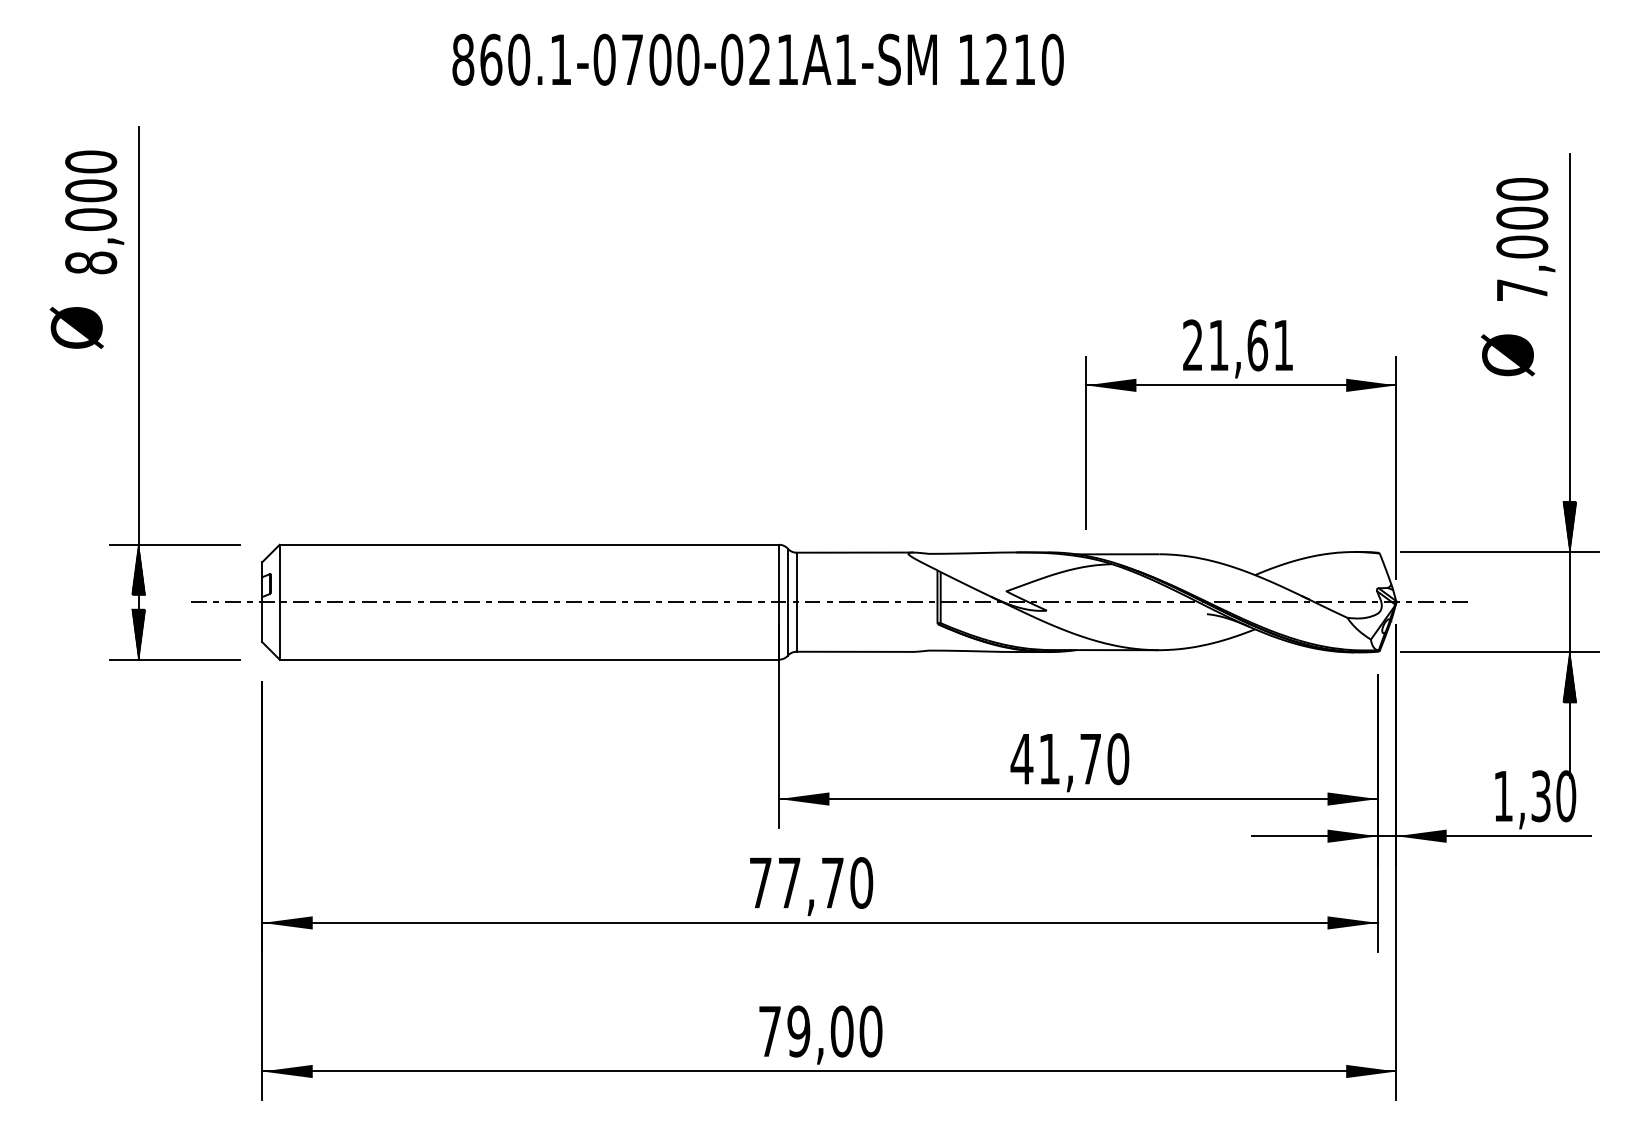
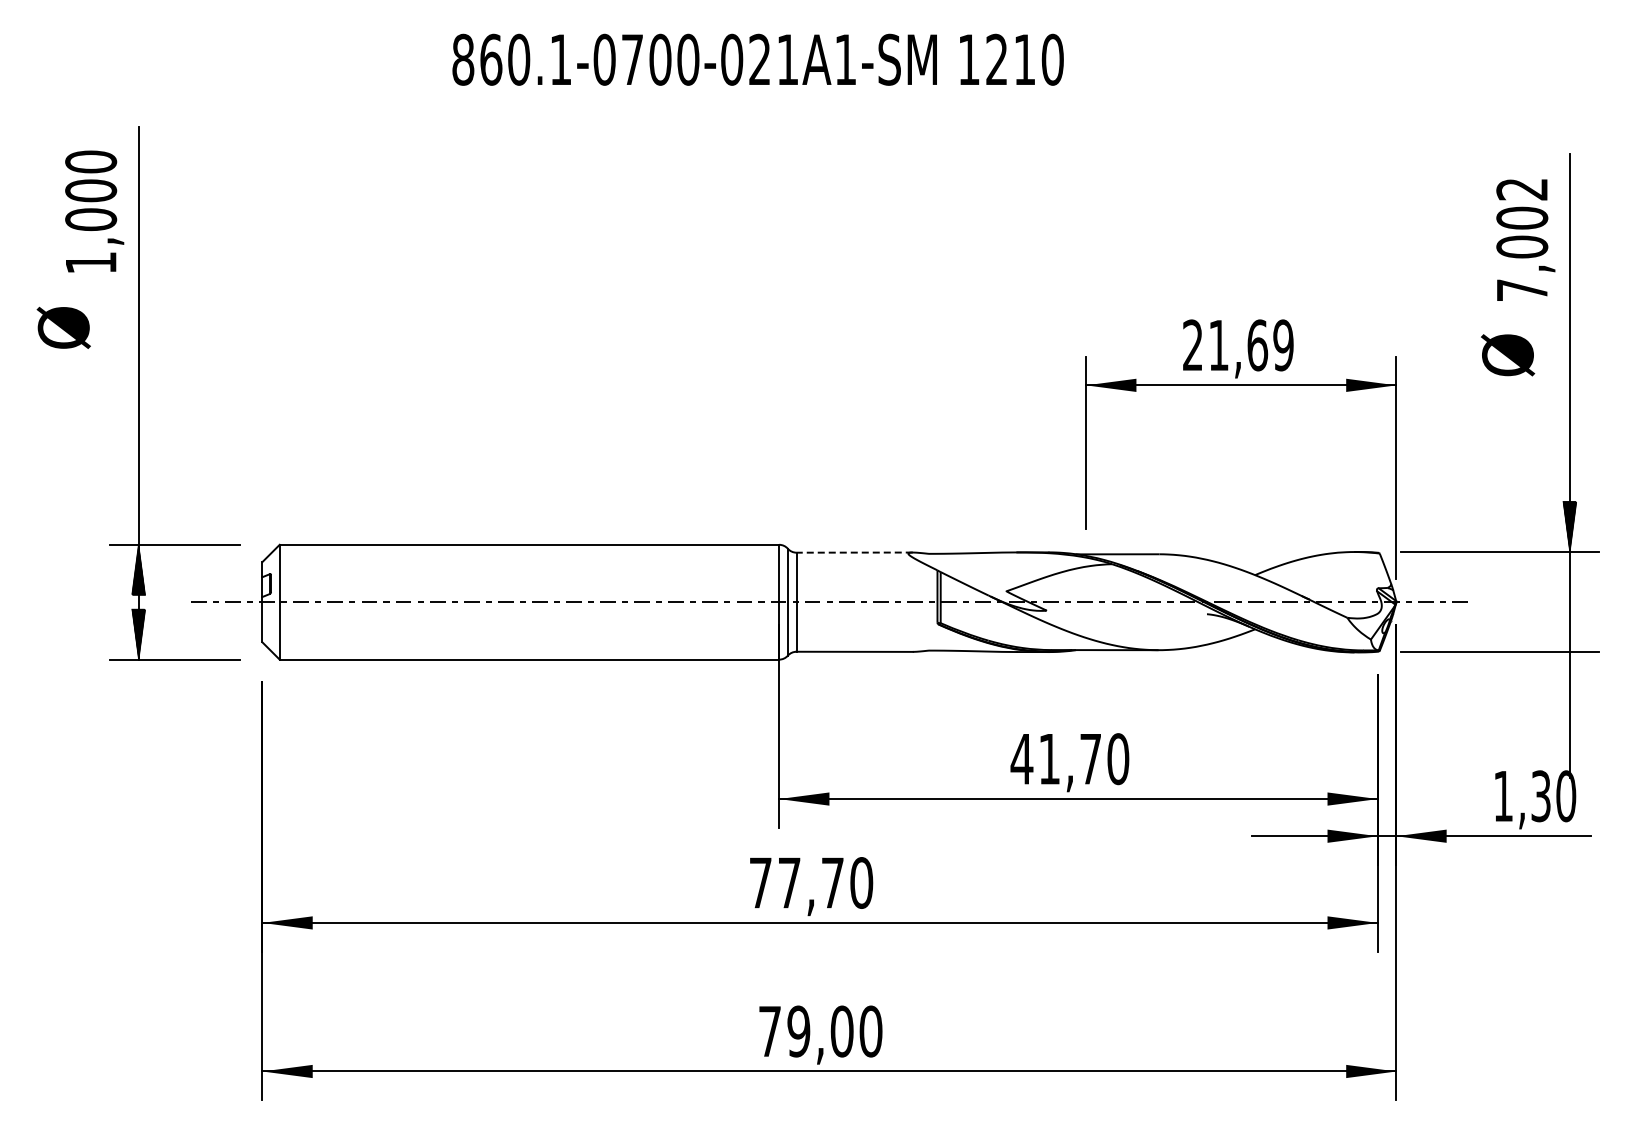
text at (1522, 189): 7,000 -> 7,002
text at (91, 262): 8,000 -> 1,000
text at (76, 327) position: (76, 327) -> (63, 327)
text at (1283, 345): 21,61 -> 21,69
line at (854, 552): solid -> dashed
hatch at (1569, 677): present -> none
